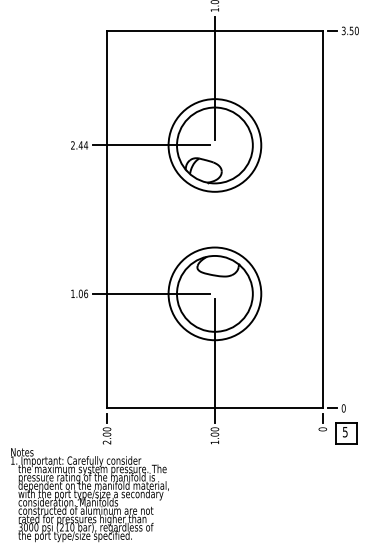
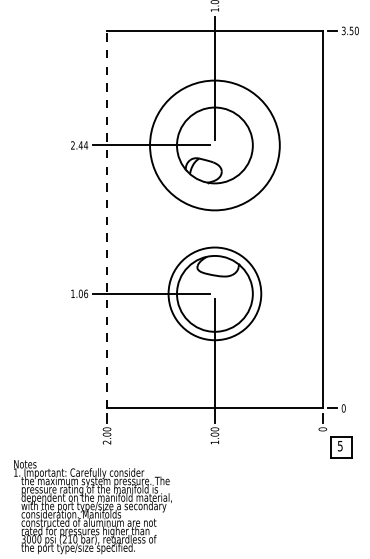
circle at (214, 145) diameter: 93 px -> 130 px
line at (107, 219): solid -> dashed
part at (346, 433) position: (346, 433) -> (341, 447)
text at (89, 495) position: (89, 495) -> (92, 507)
